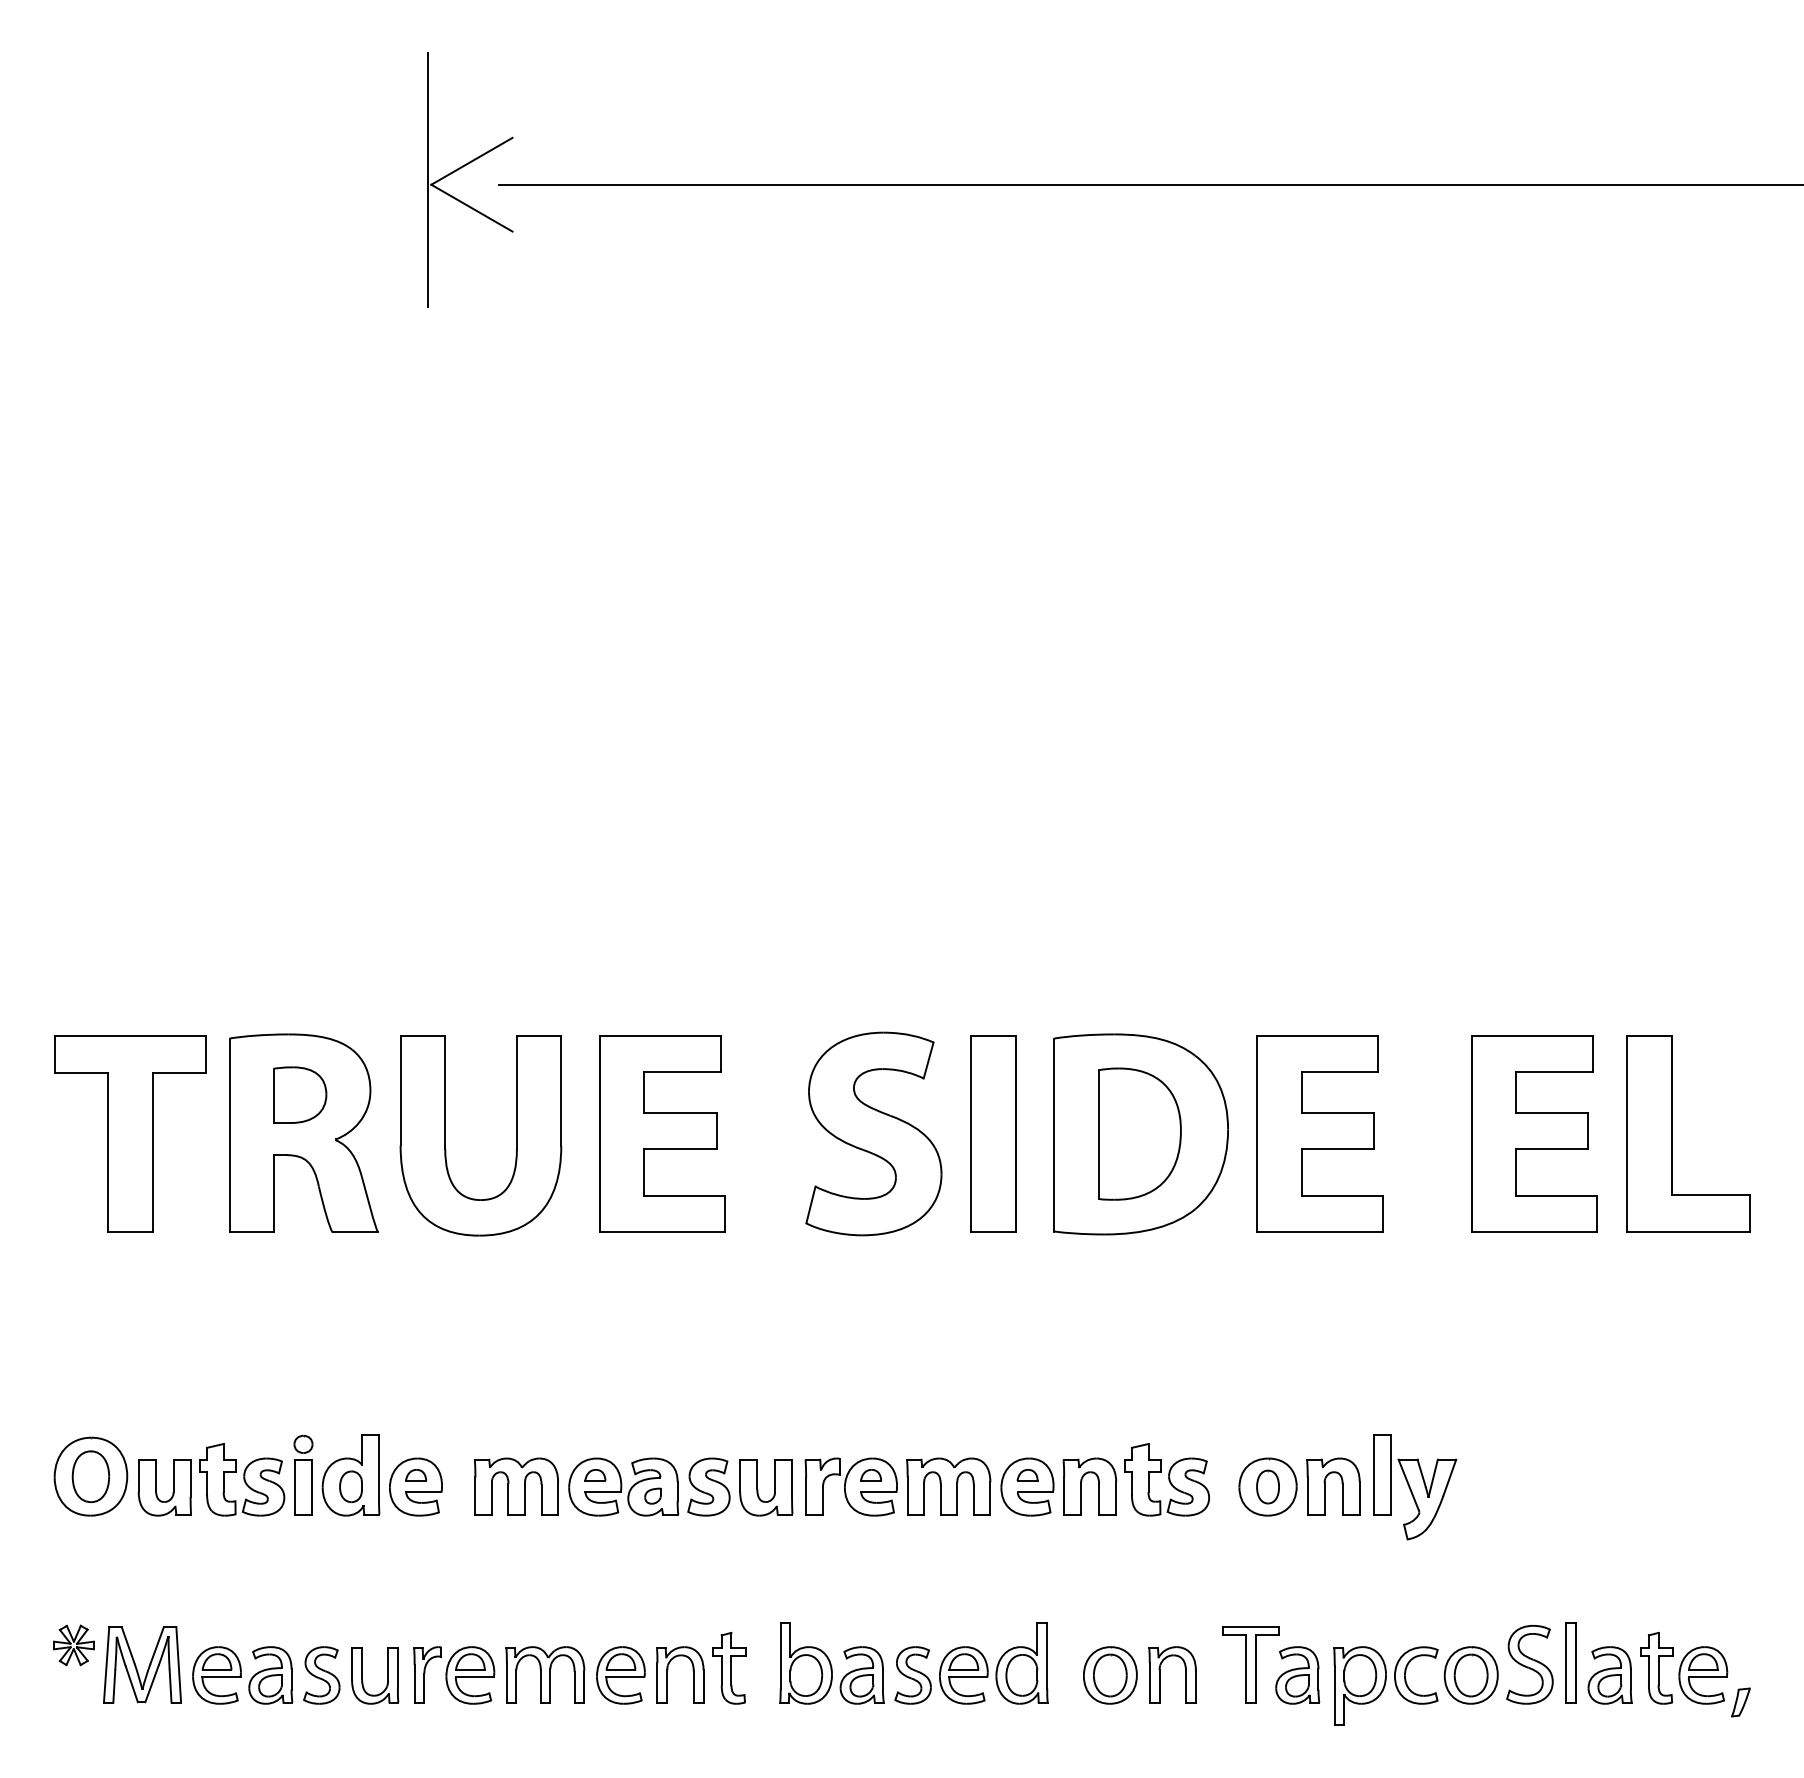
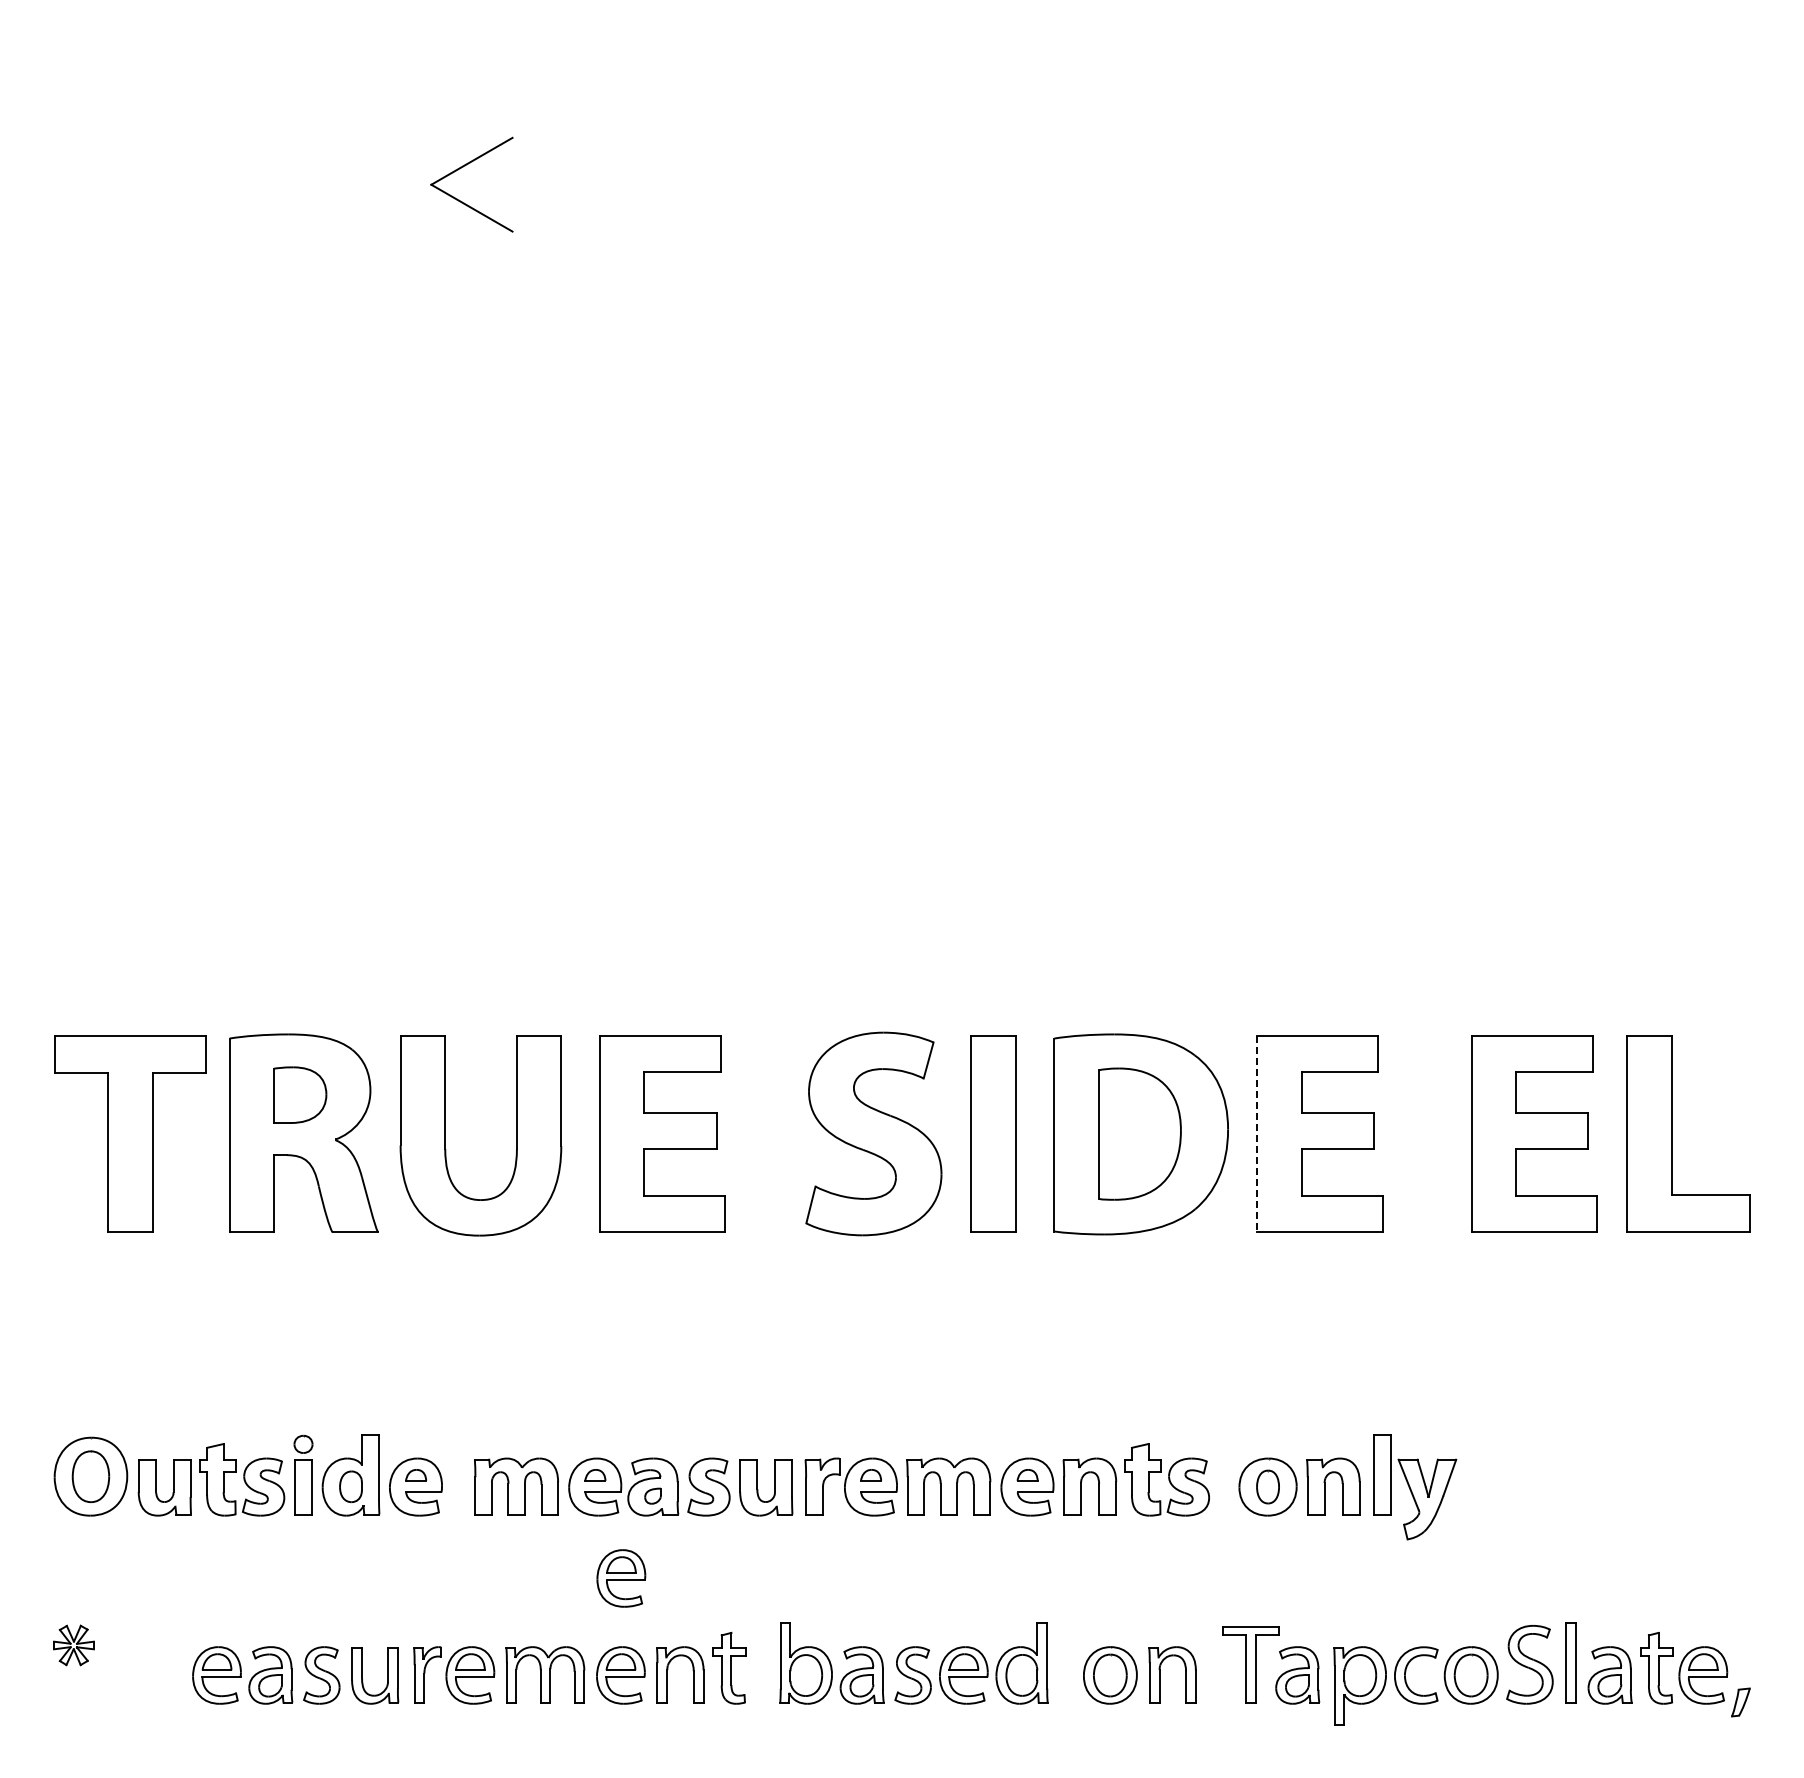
line at (428, 179): present -> none
line at (1149, 184): present -> none
line at (1257, 1134): solid -> dashed
part at (621, 1578): none -> present
part at (136, 1665): present -> none
